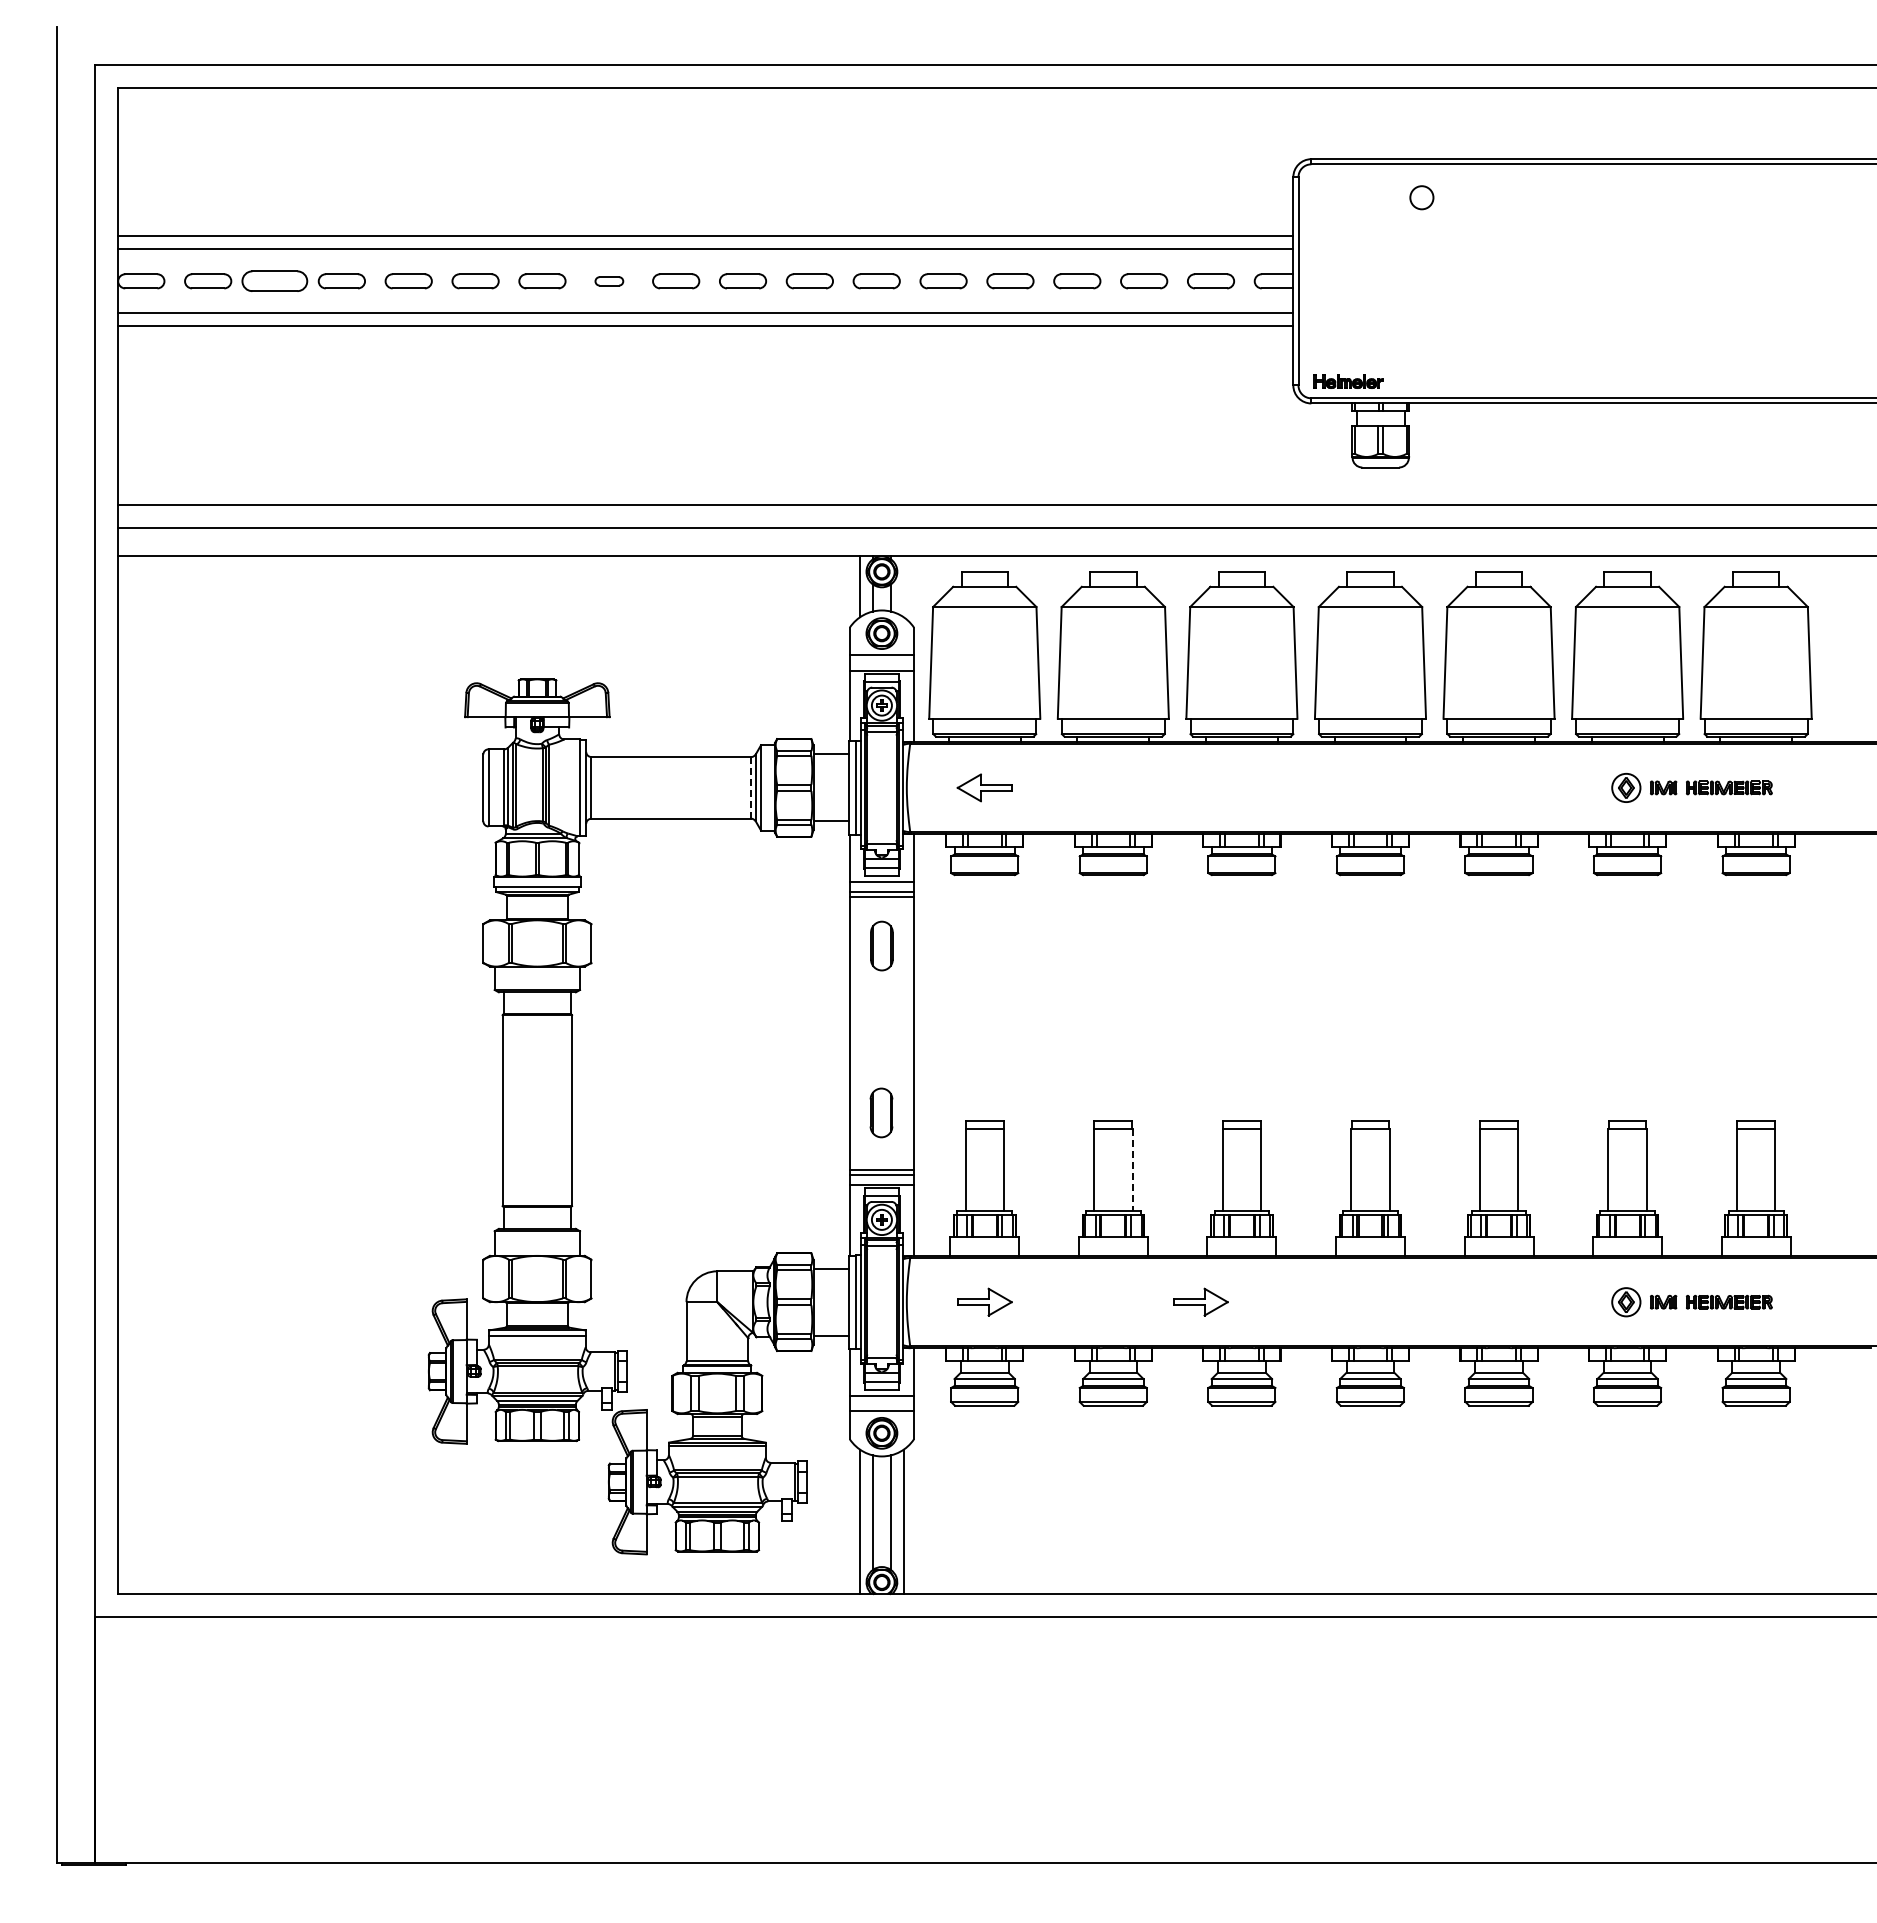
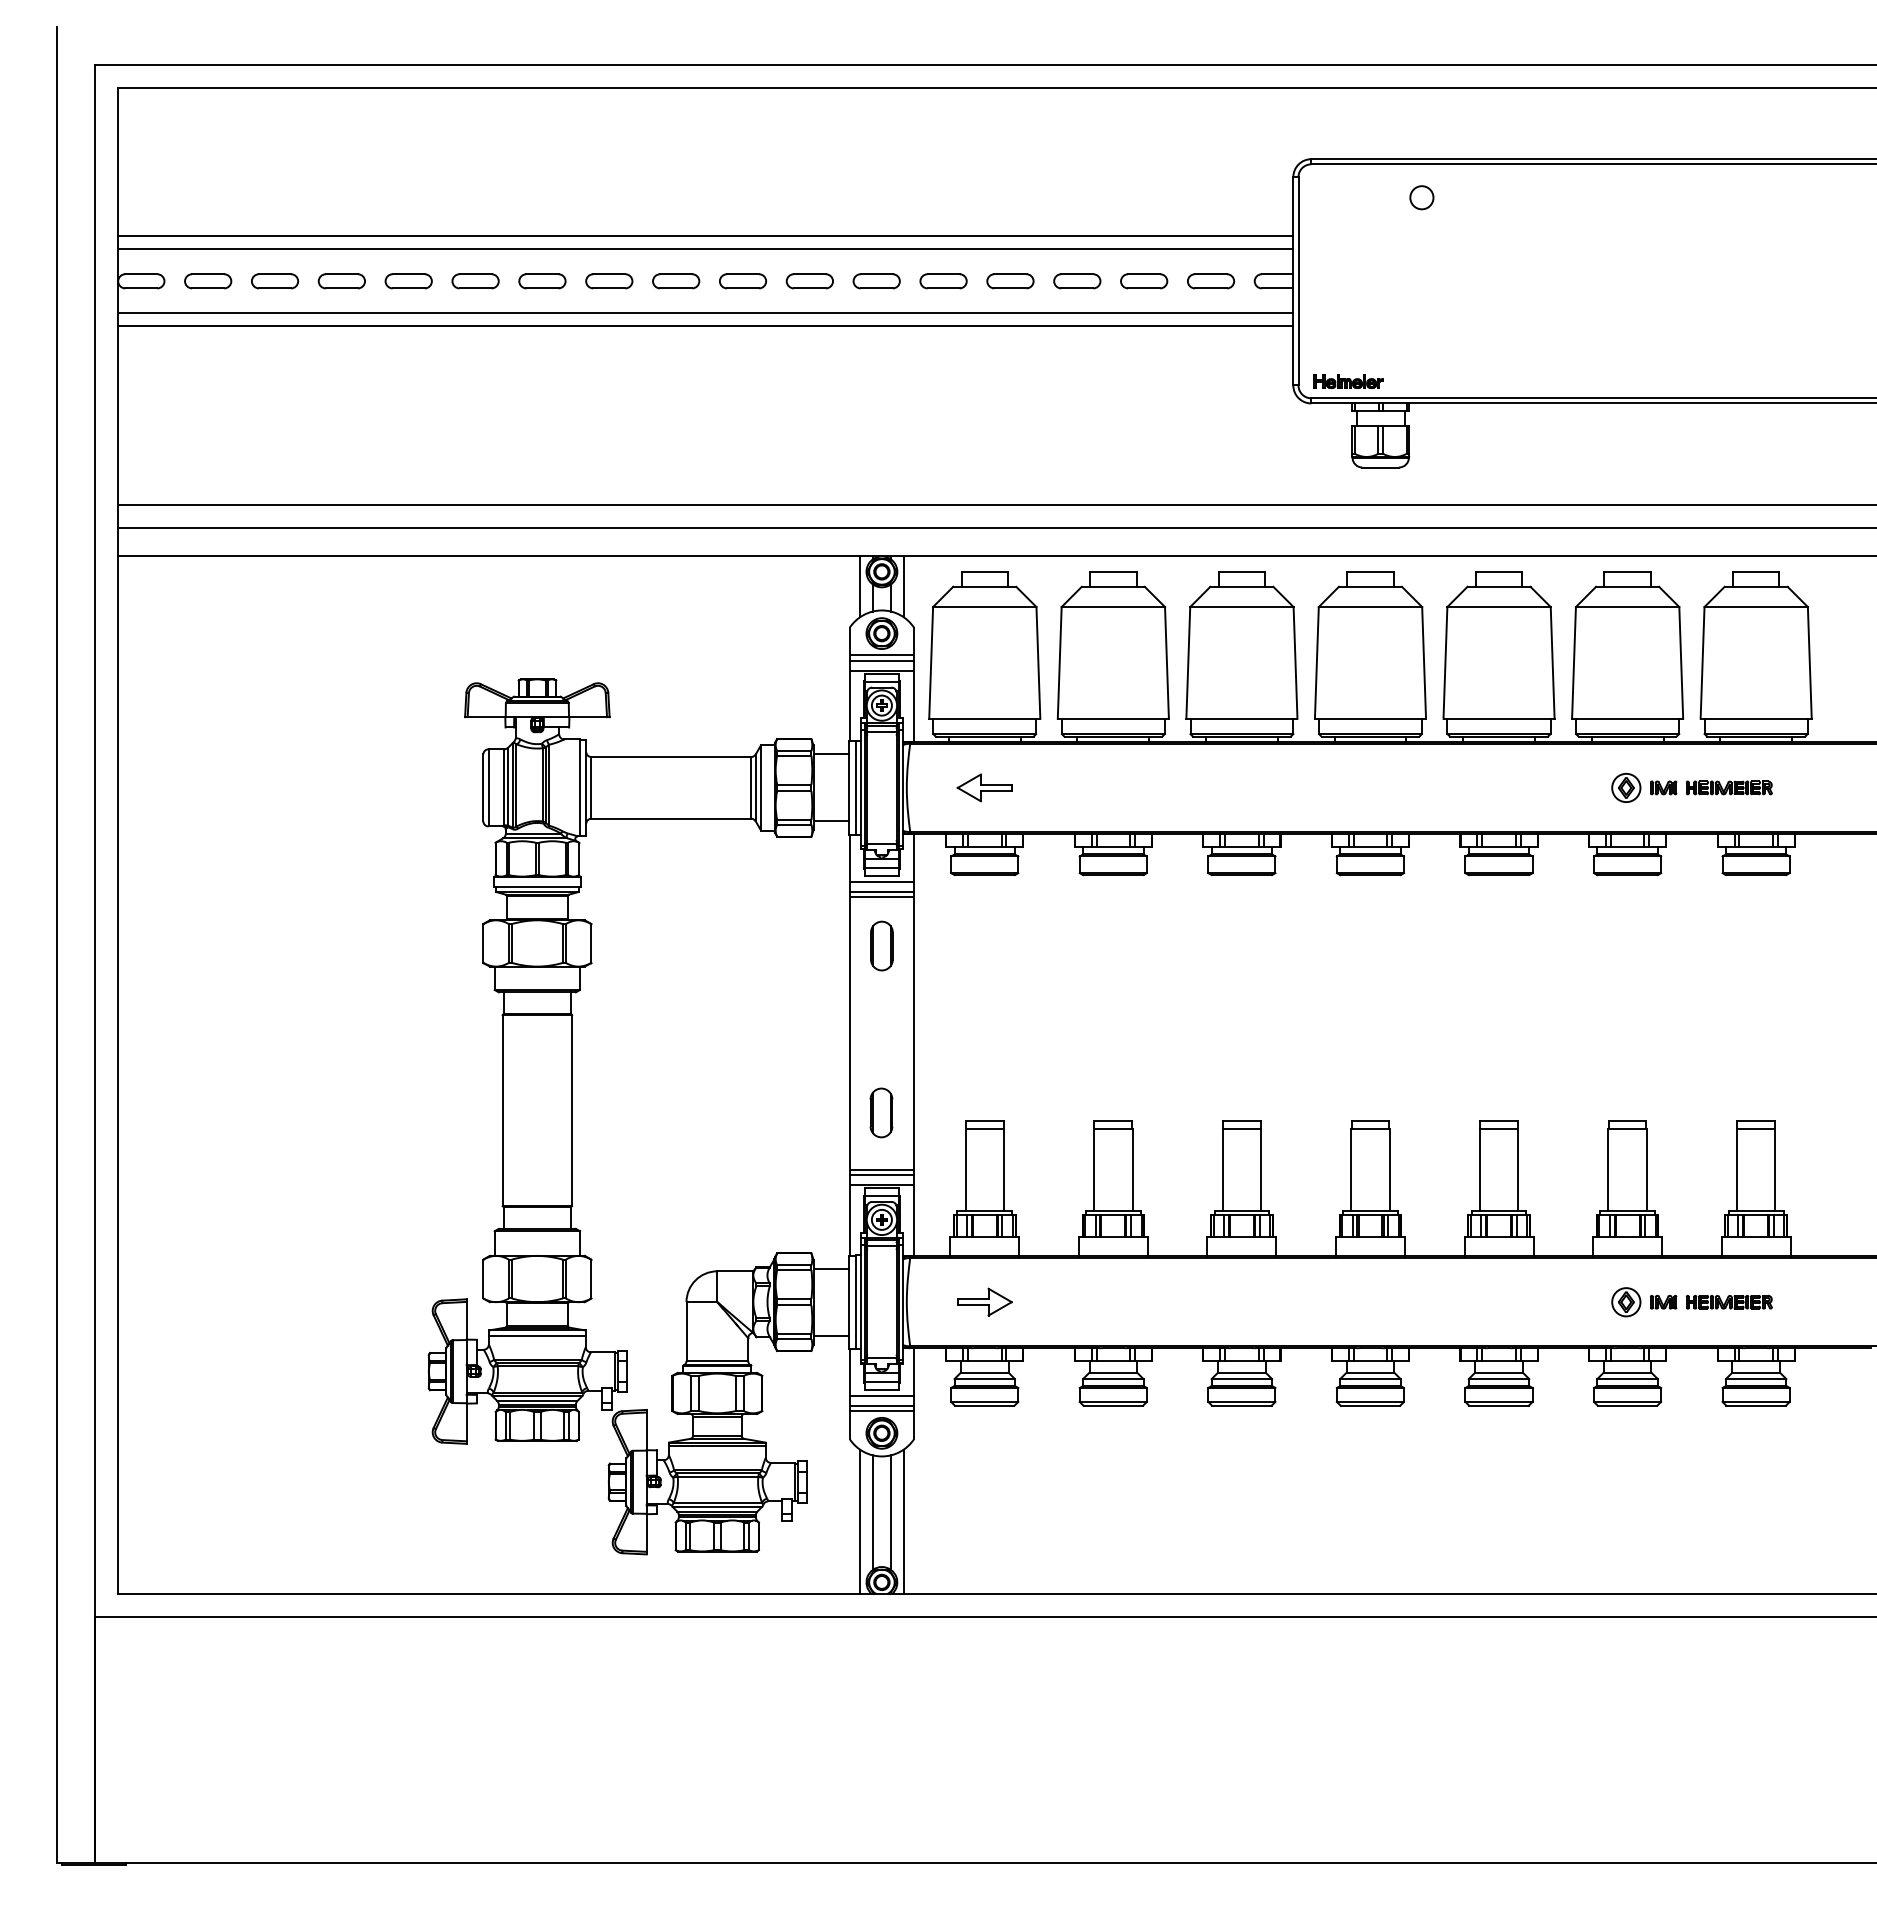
part at (274, 280) size: 68x22 px -> 49x17 px
part at (609, 281) size: 31x11 px -> 49x17 px
line at (903, 586): none -> present
line at (881, 660): none -> present
line at (751, 787): dashed -> solid
line at (1132, 1170): dashed -> solid
part at (1200, 1301): present -> none
line at (881, 1406): none -> present
